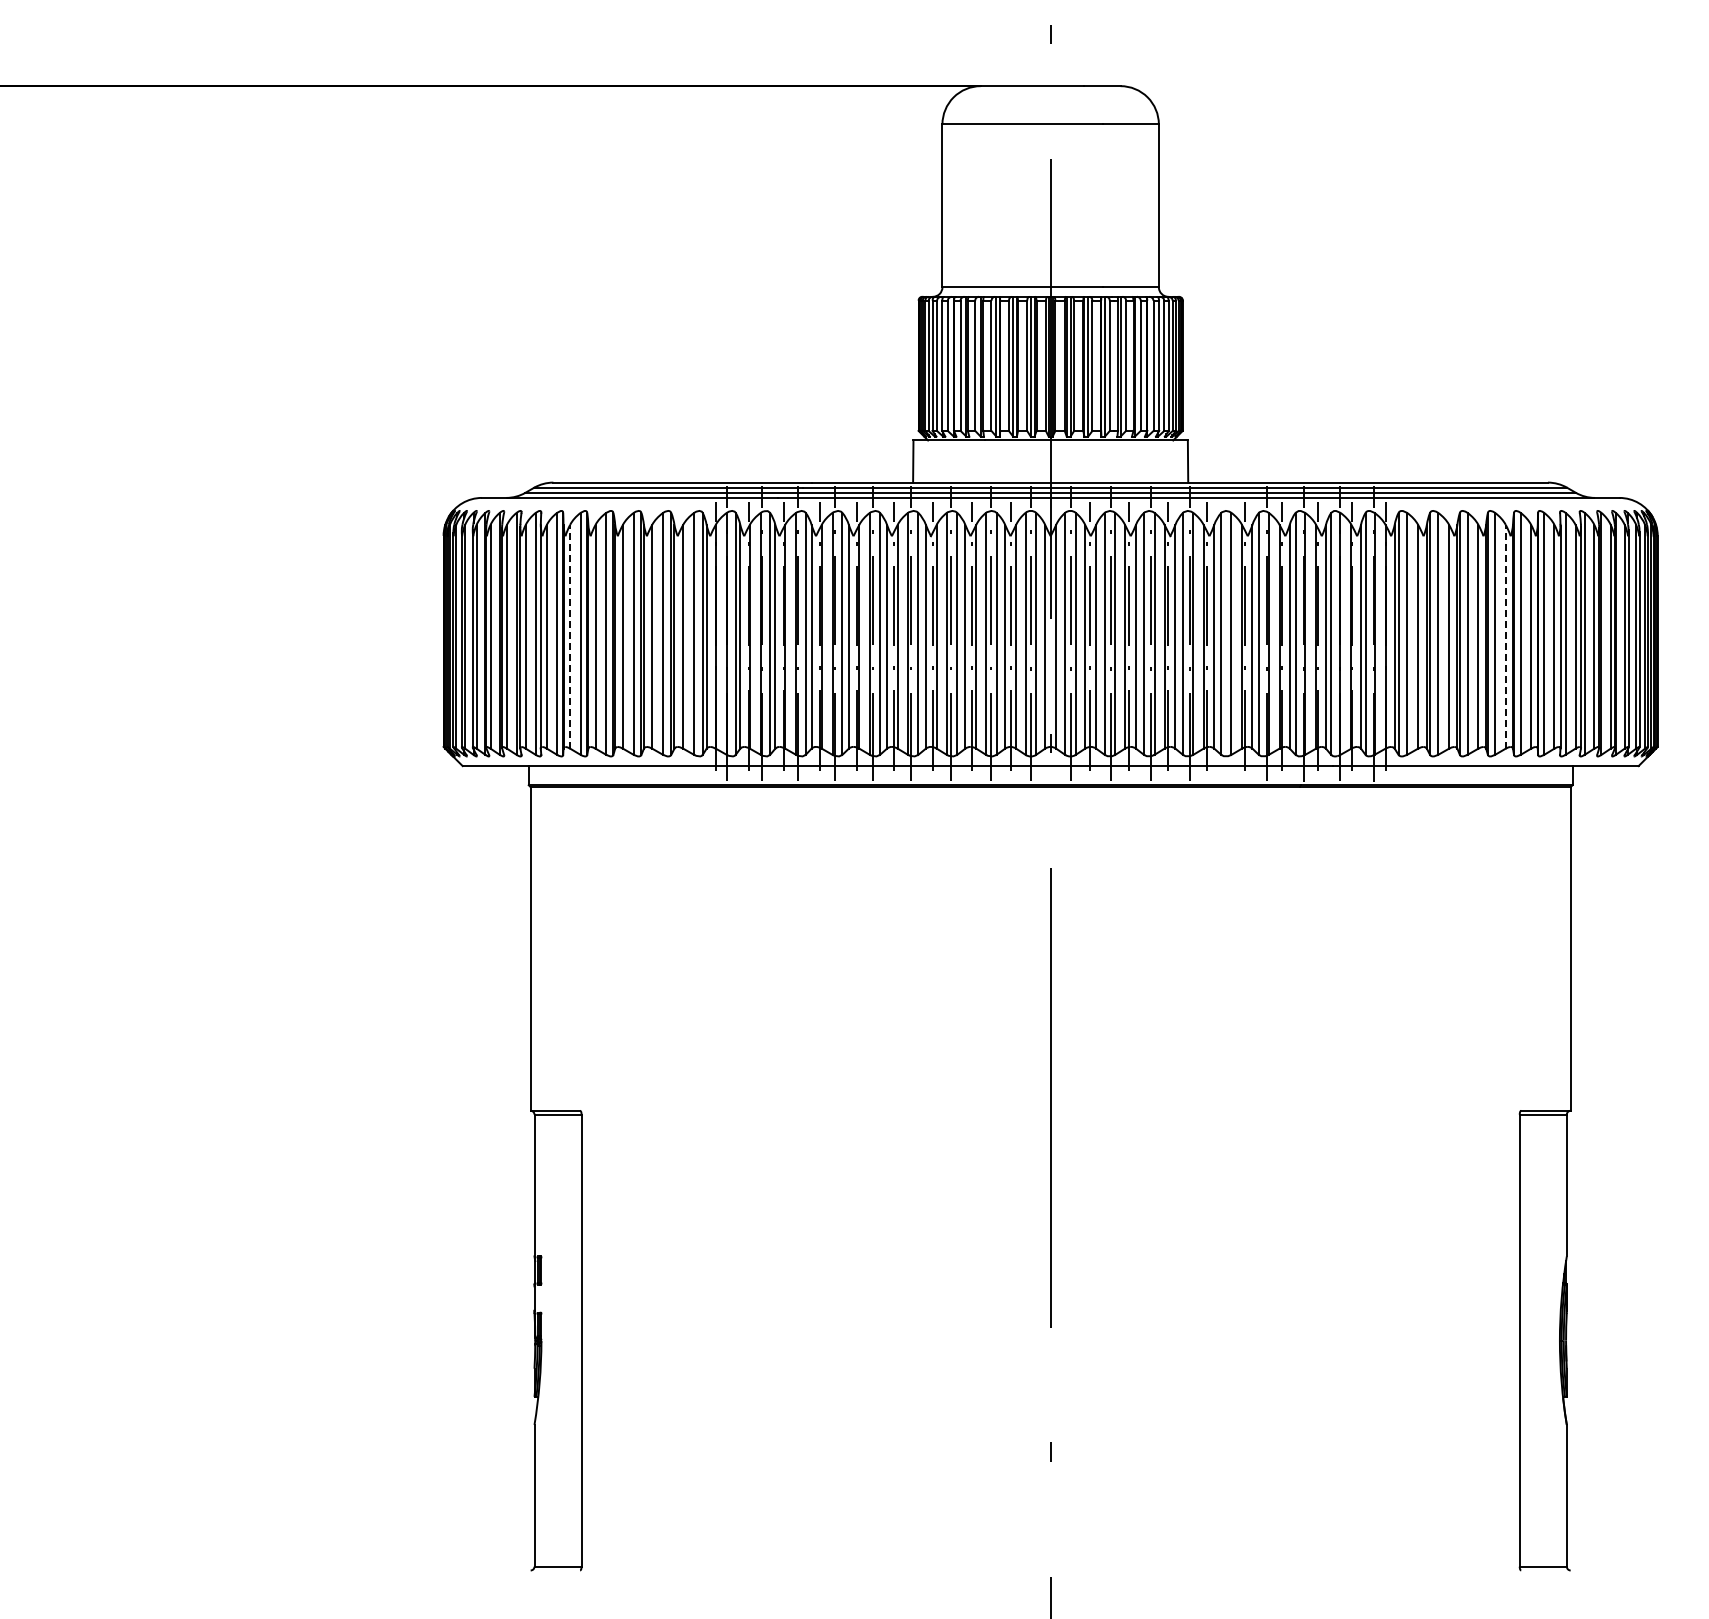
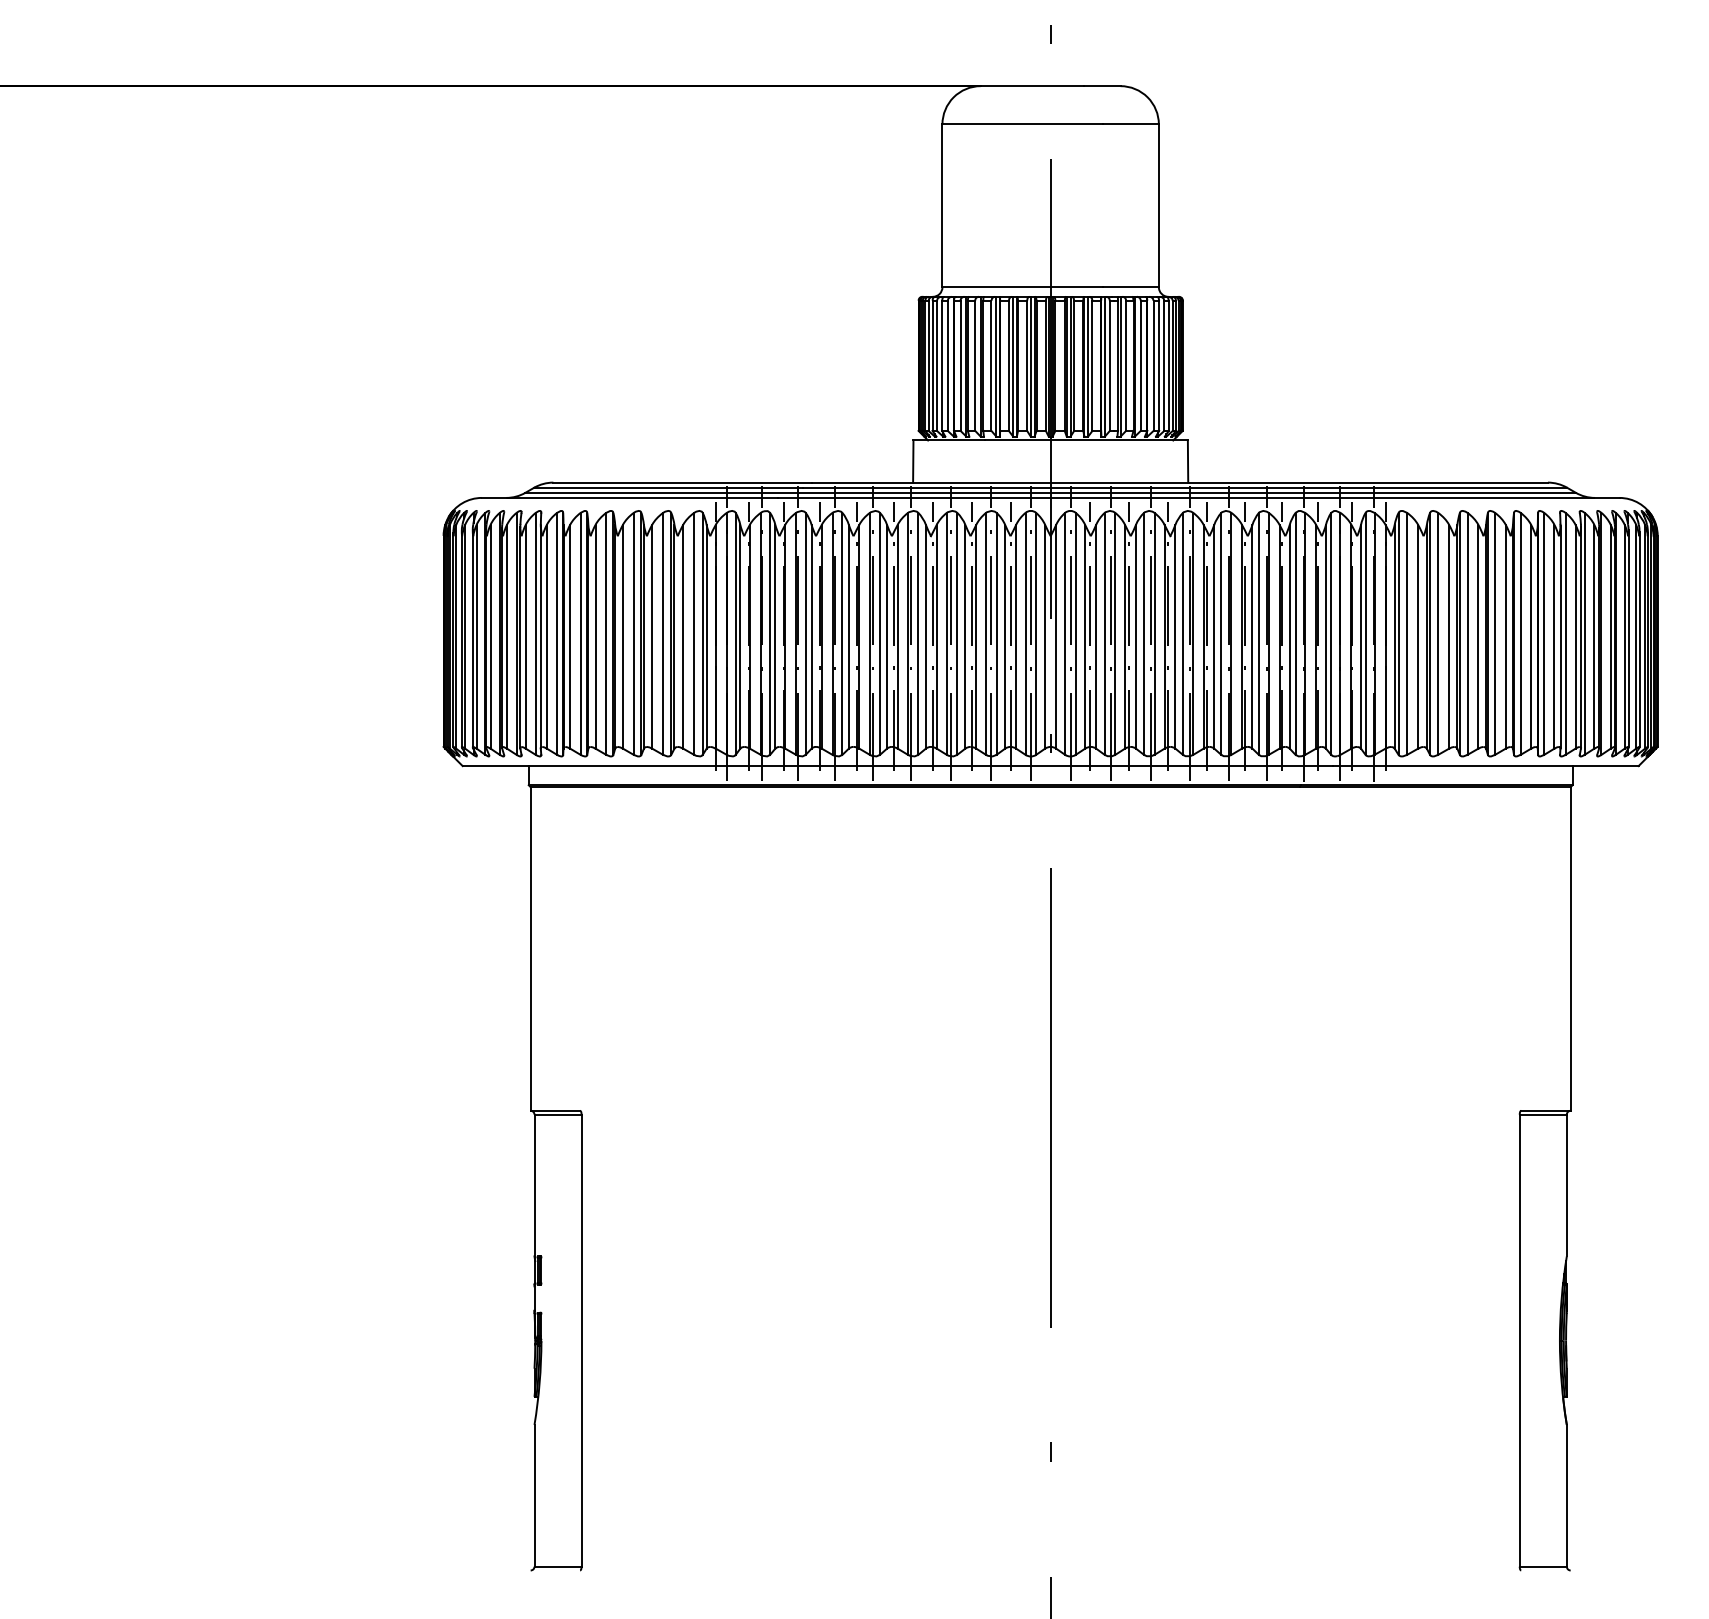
line at (1228, 633): none -> present
line at (570, 636): dashed -> solid
line at (1505, 636): dashed -> solid
